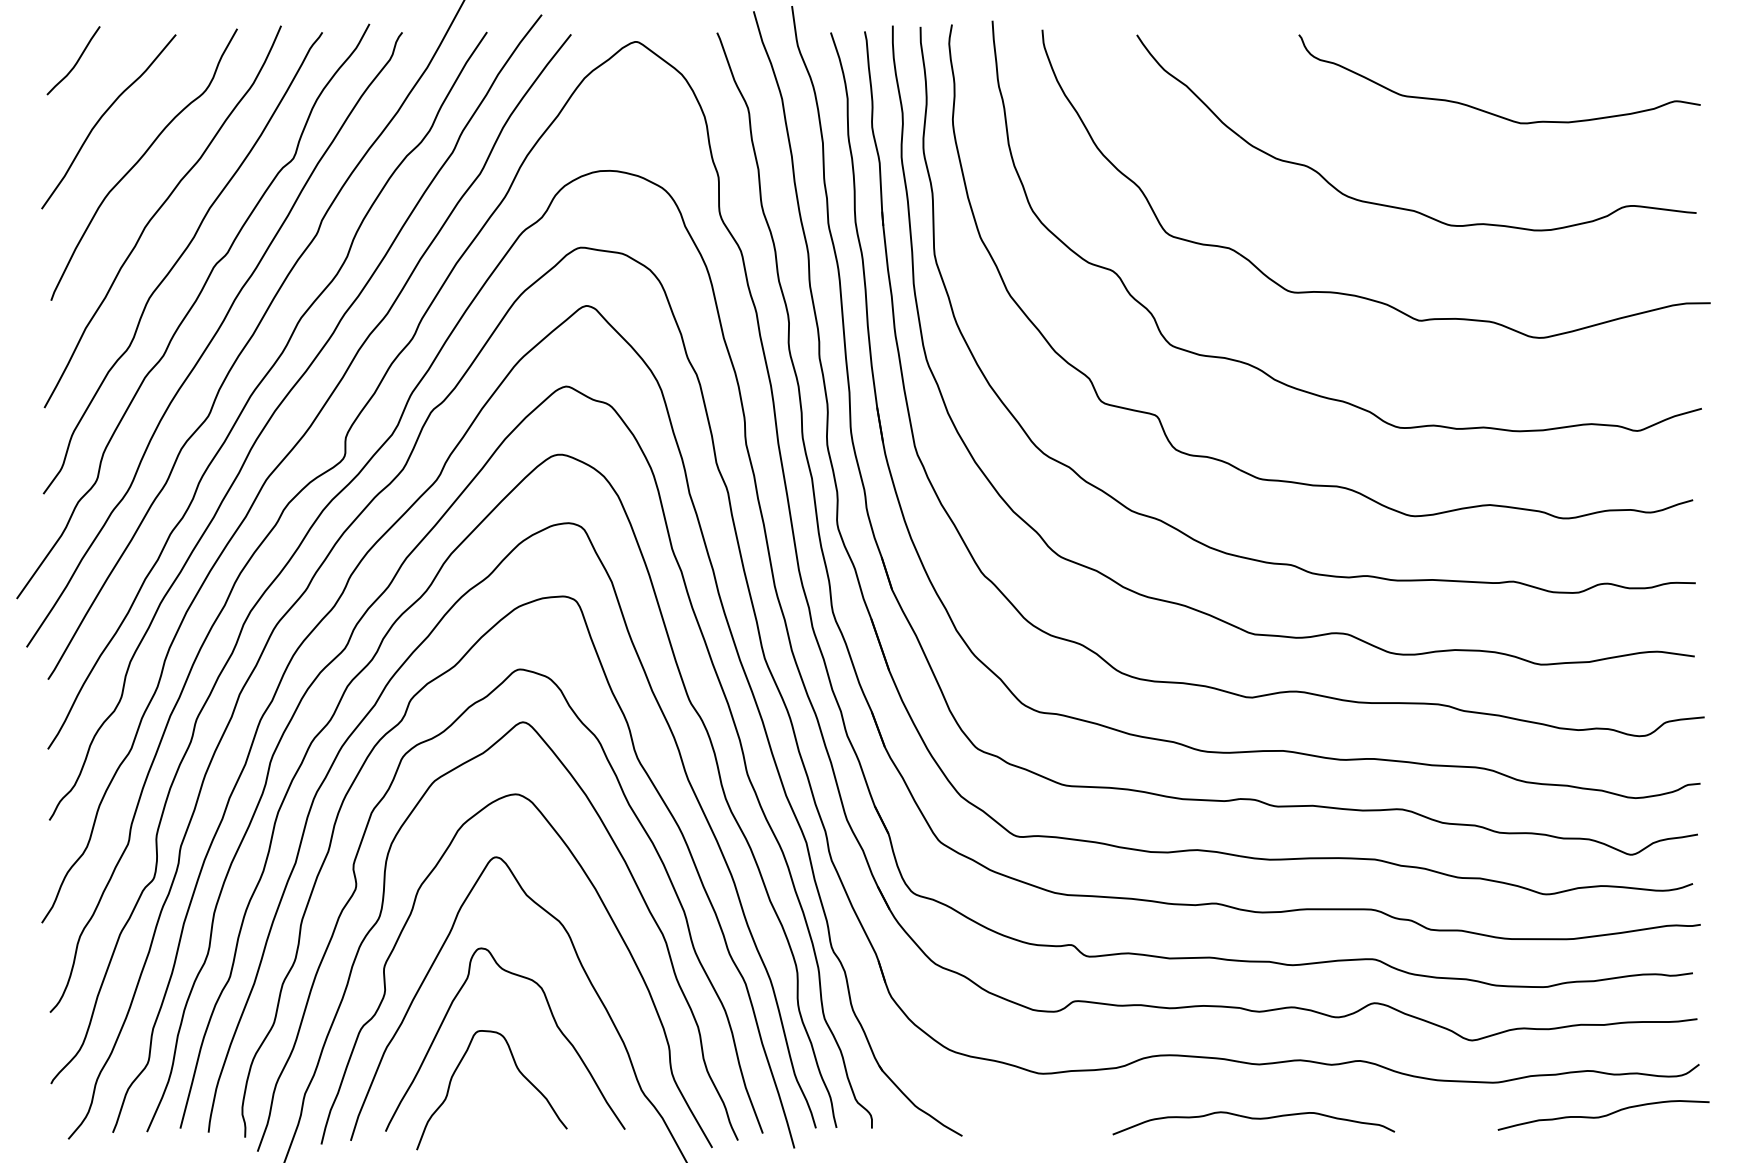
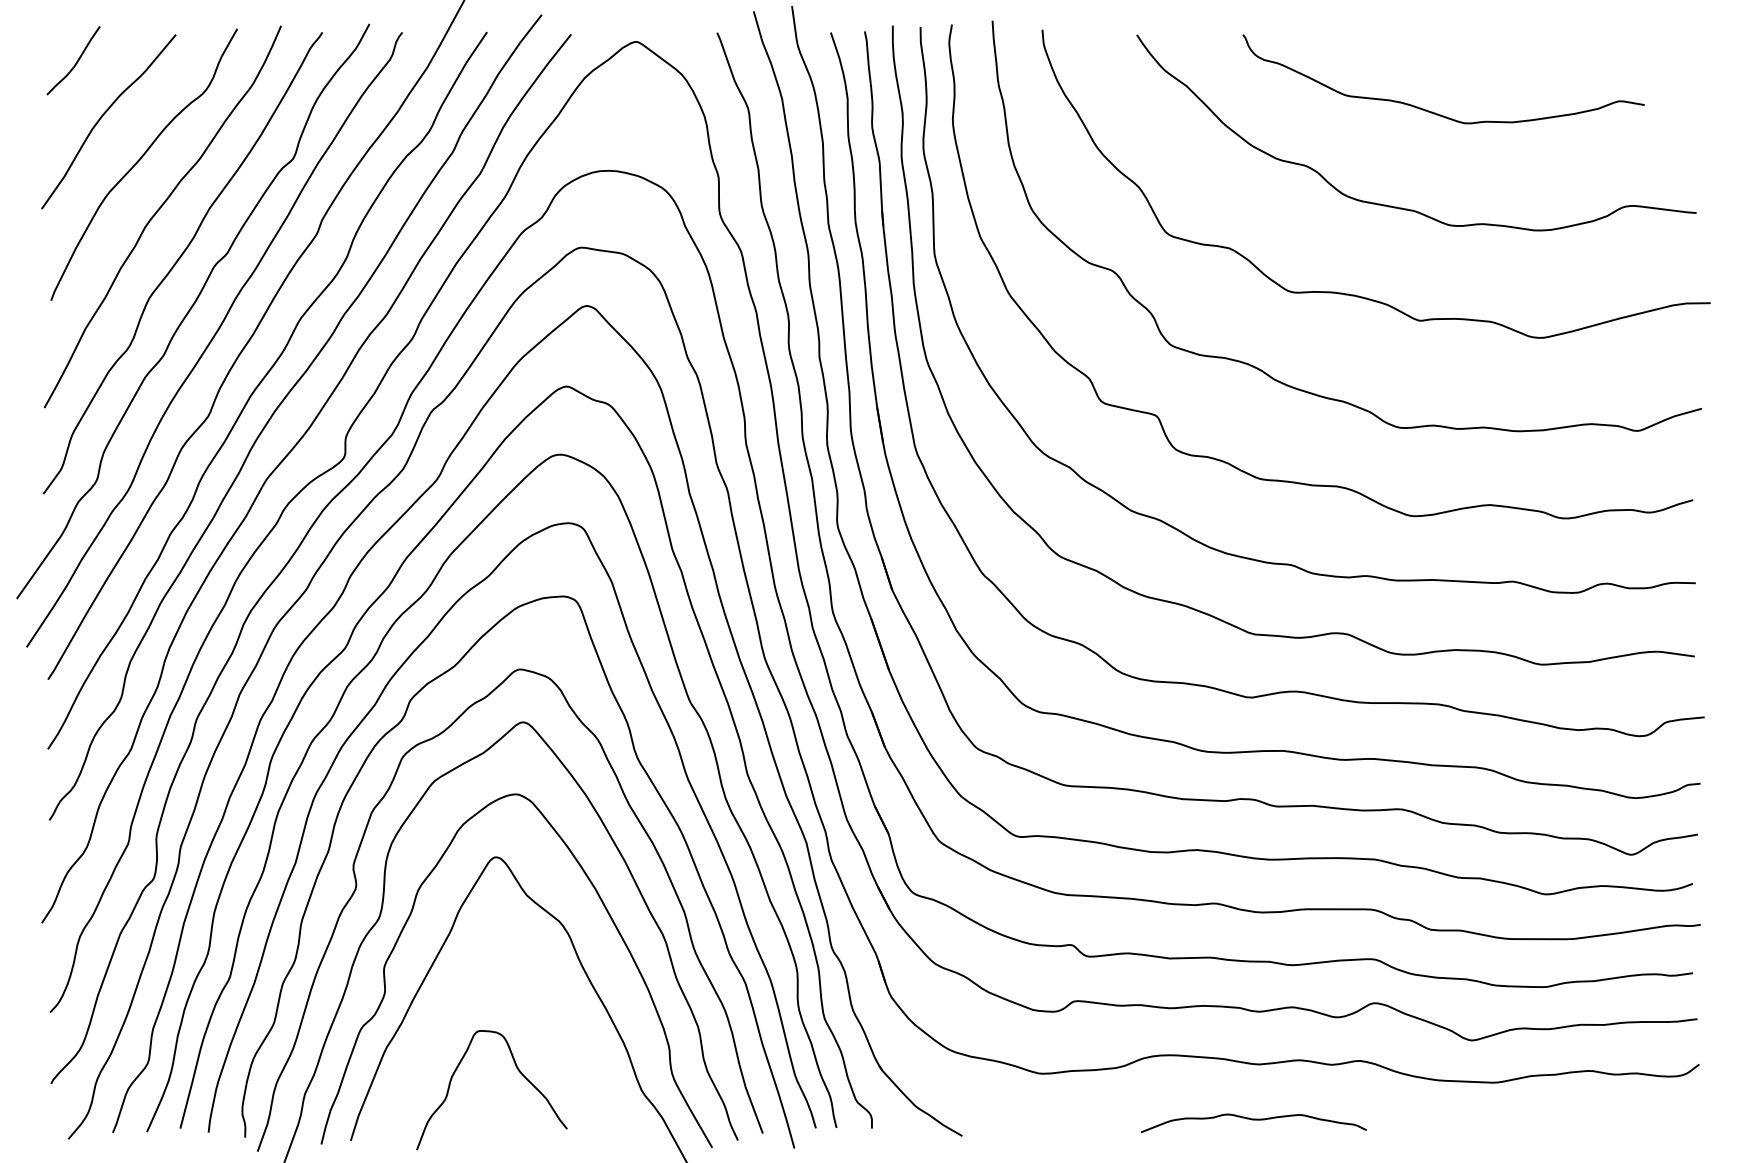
curve at (1488, 111) position: (1488, 111) -> (1432, 111)
curve at (553, 1020): present -> none
curve at (1603, 1115): present -> none
part at (1253, 1123) size: 284x25 px -> 227x21 px
